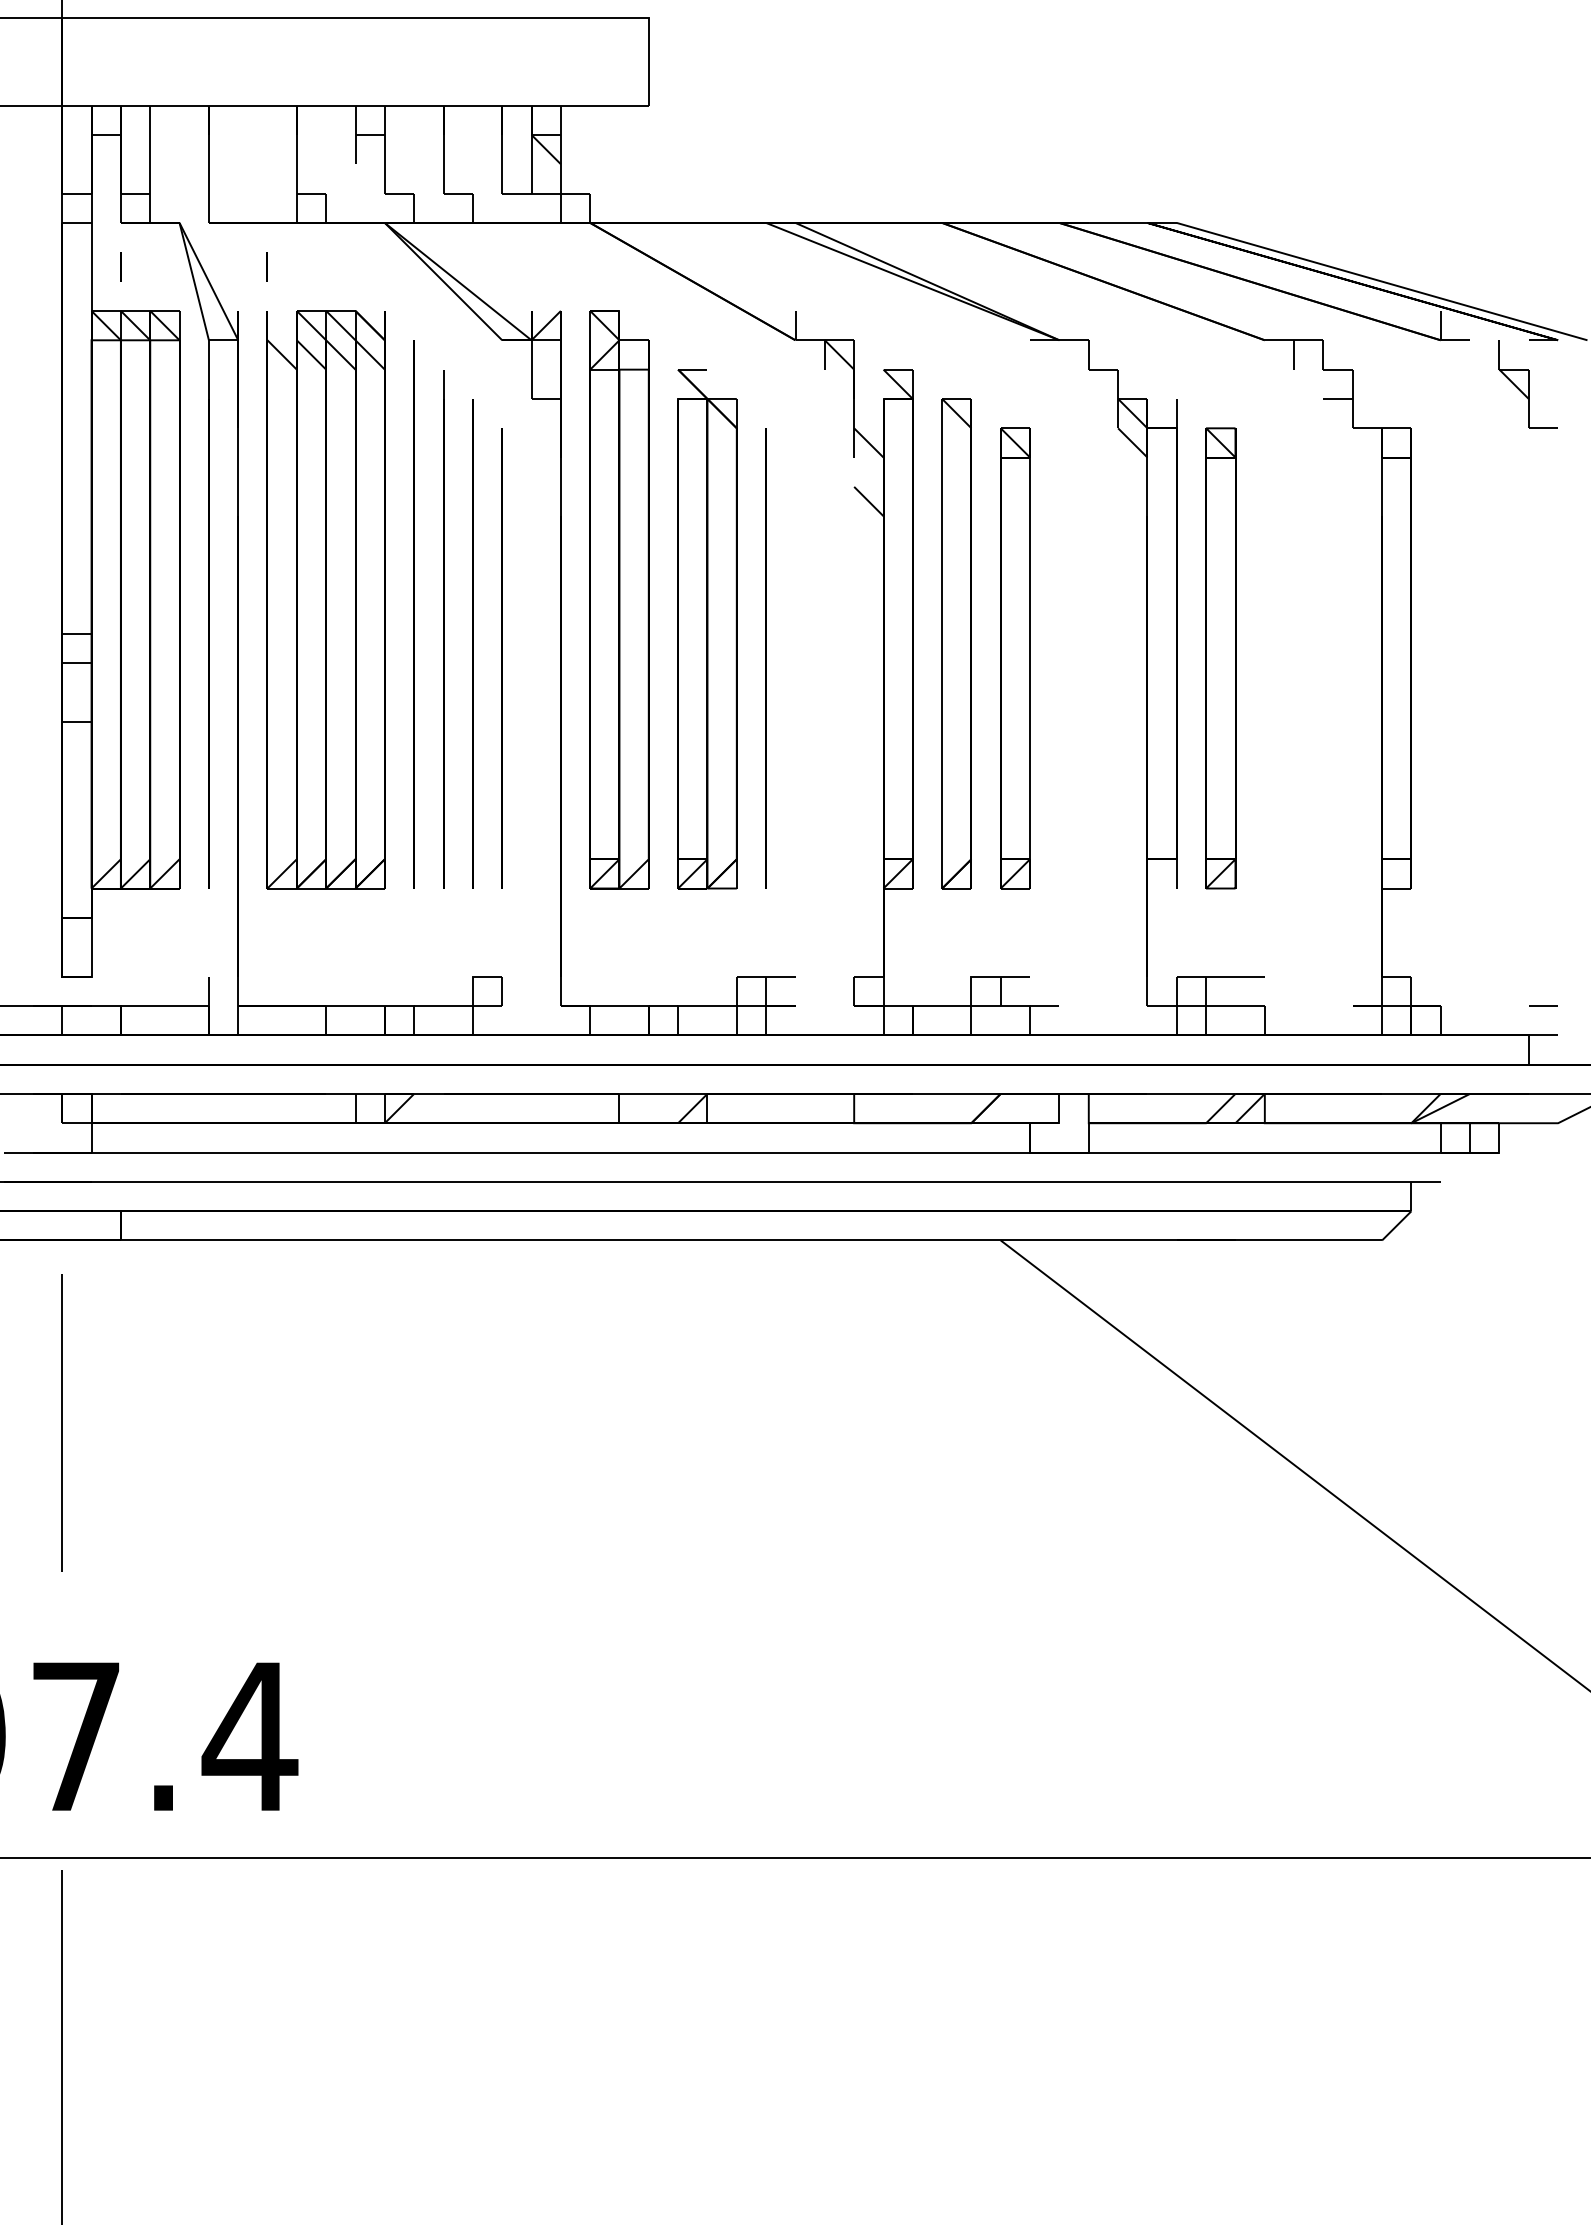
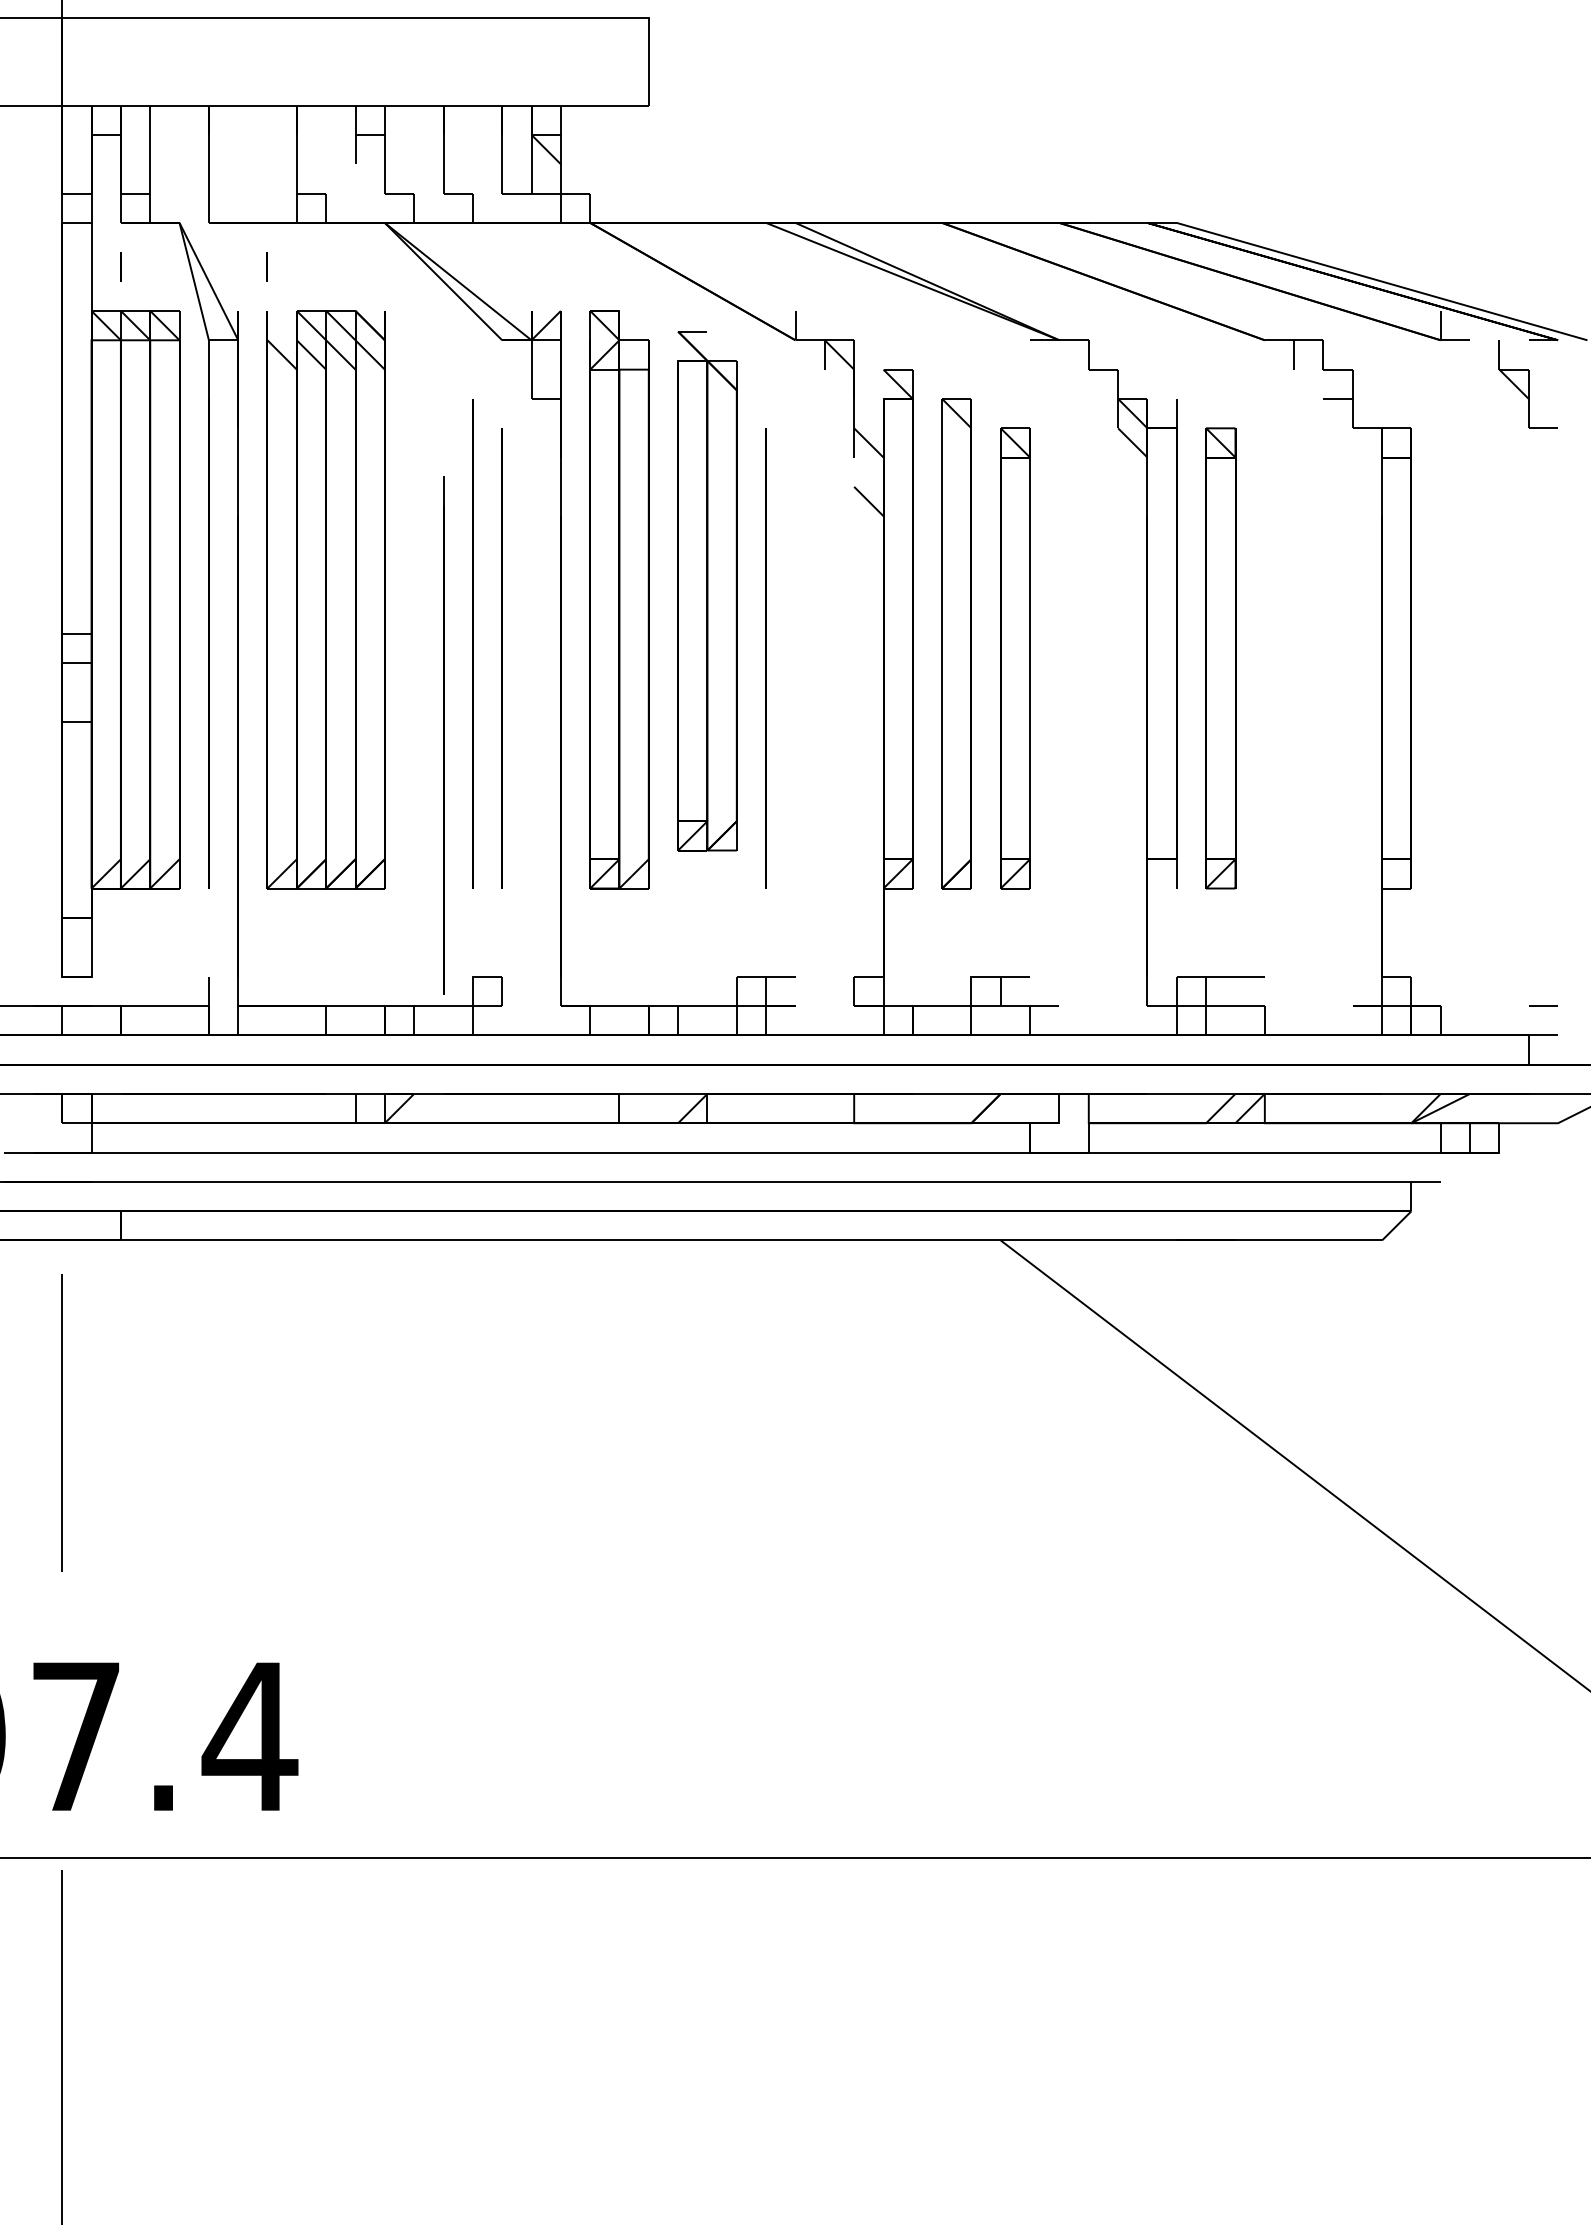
line at (413, 614): present -> none
line at (443, 629) position: (443, 629) -> (443, 735)
part at (707, 629) position: (707, 629) -> (707, 591)
